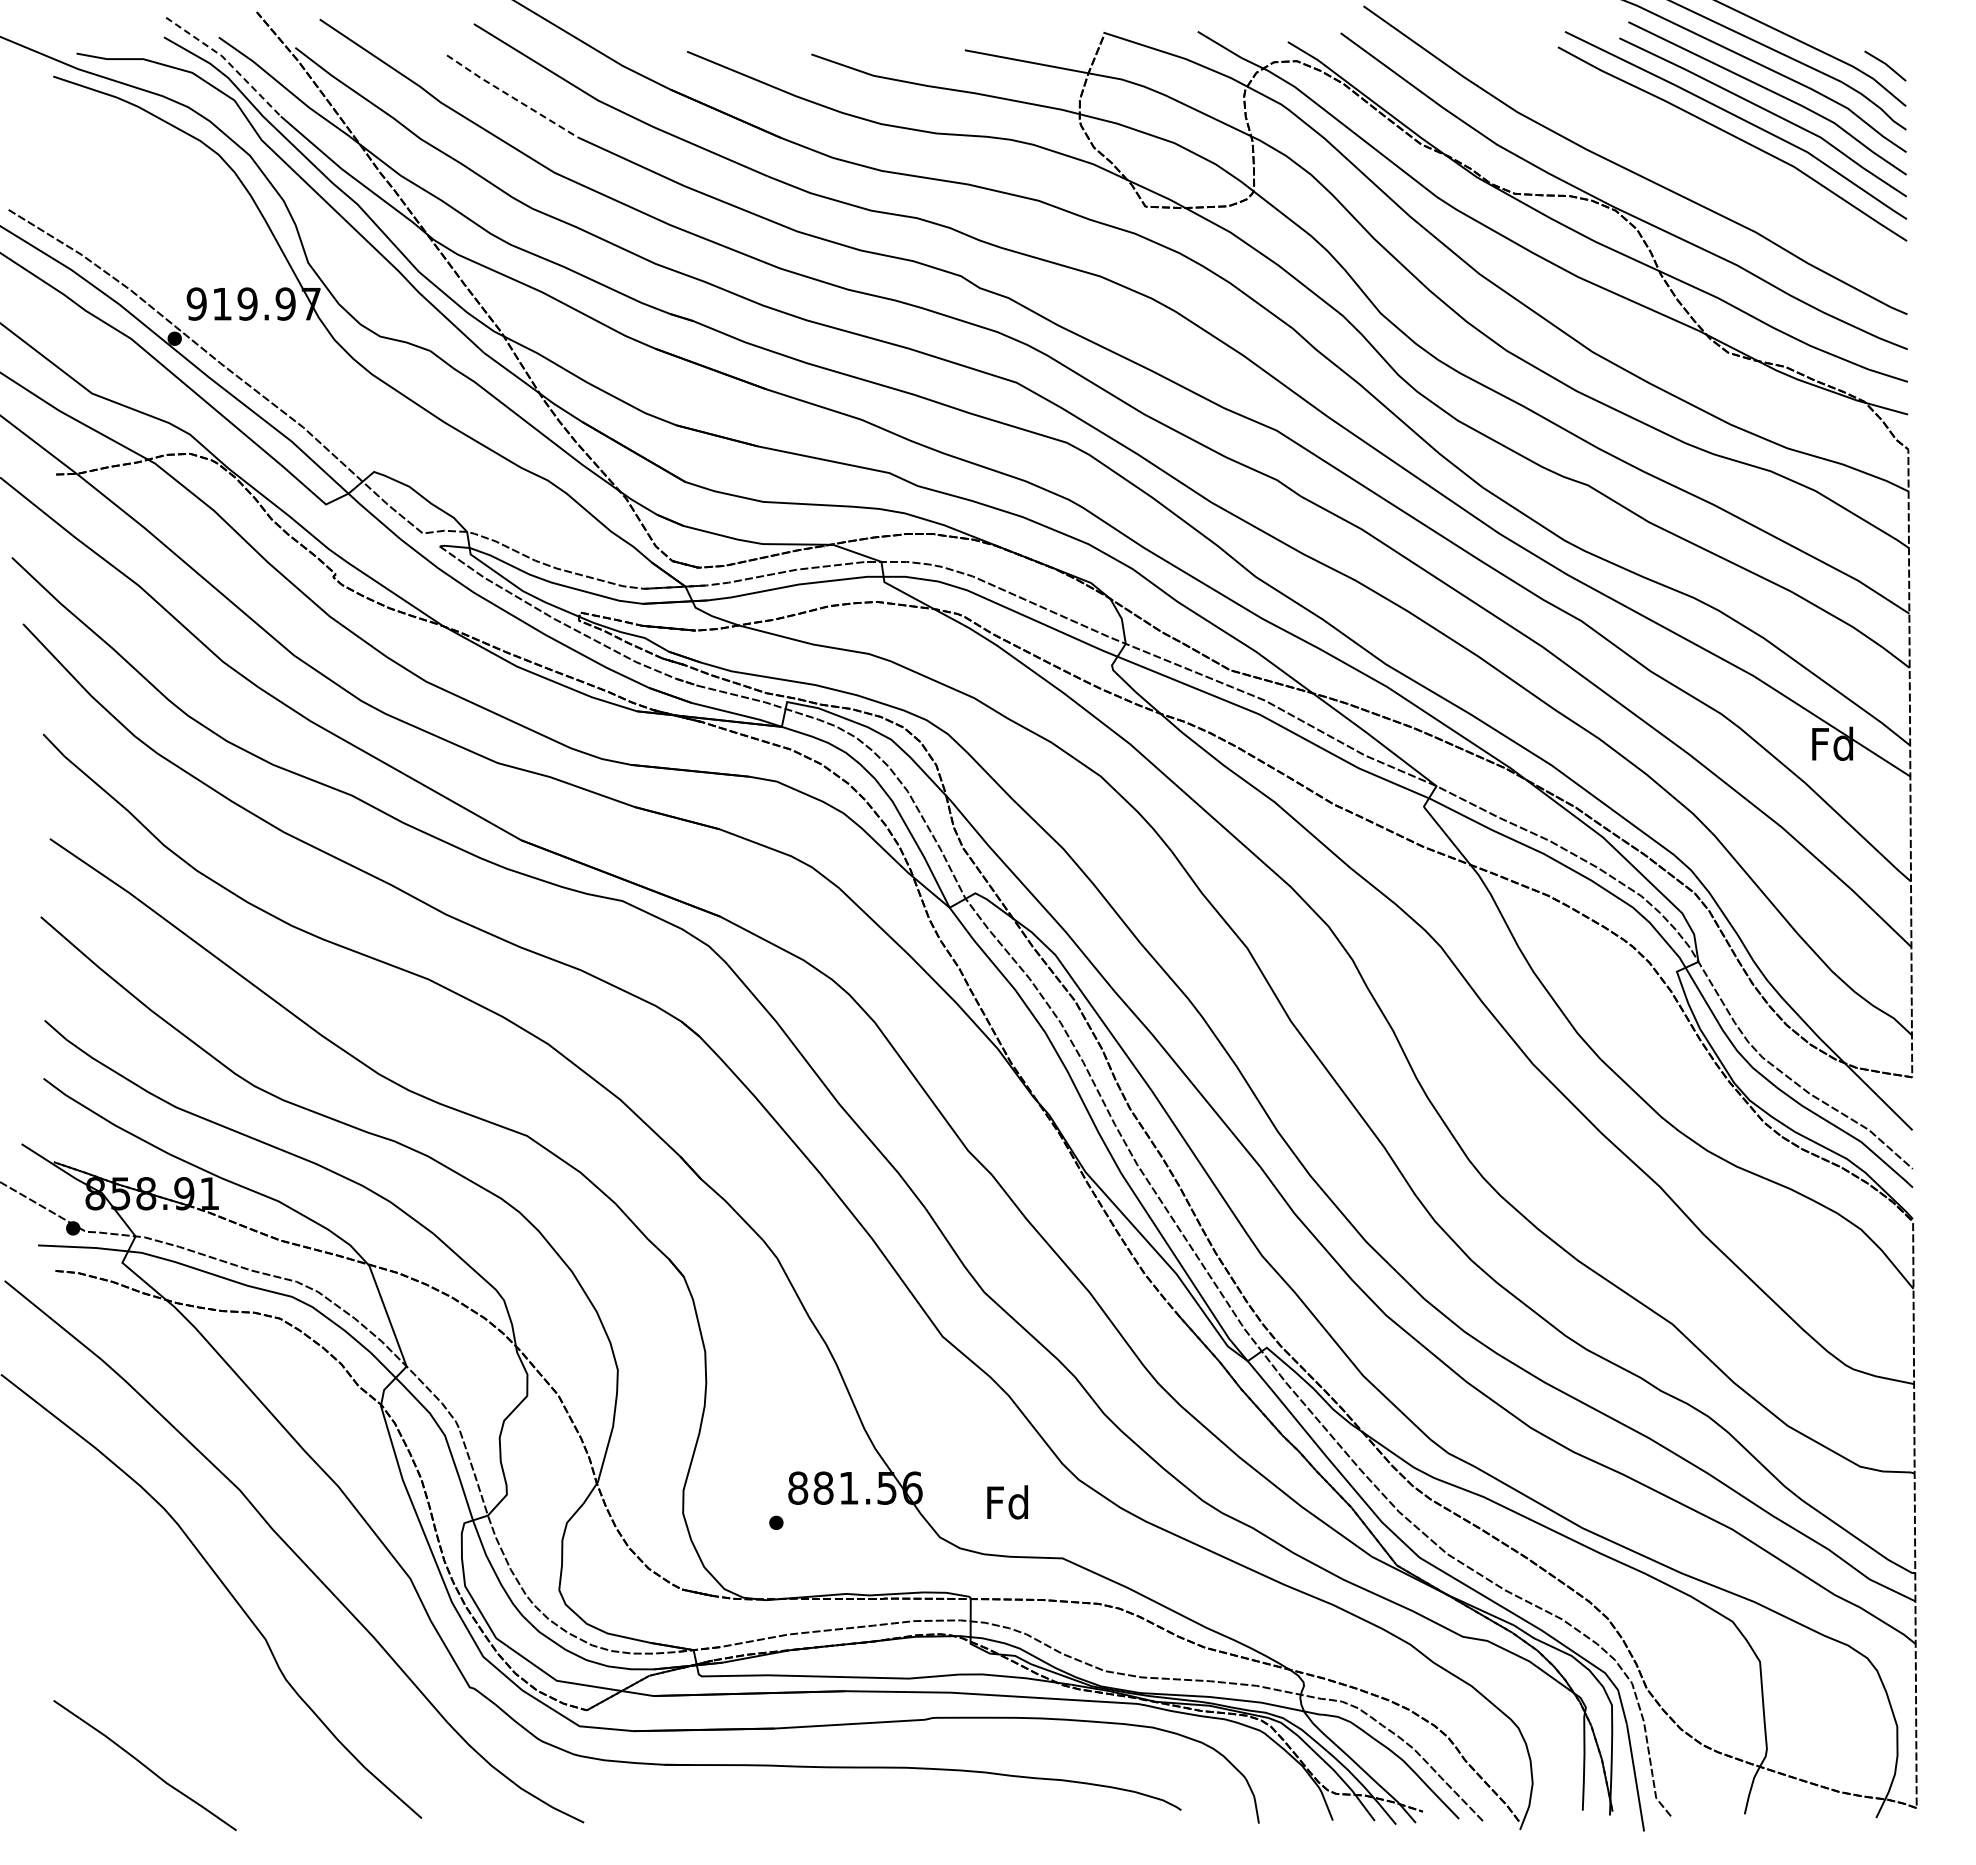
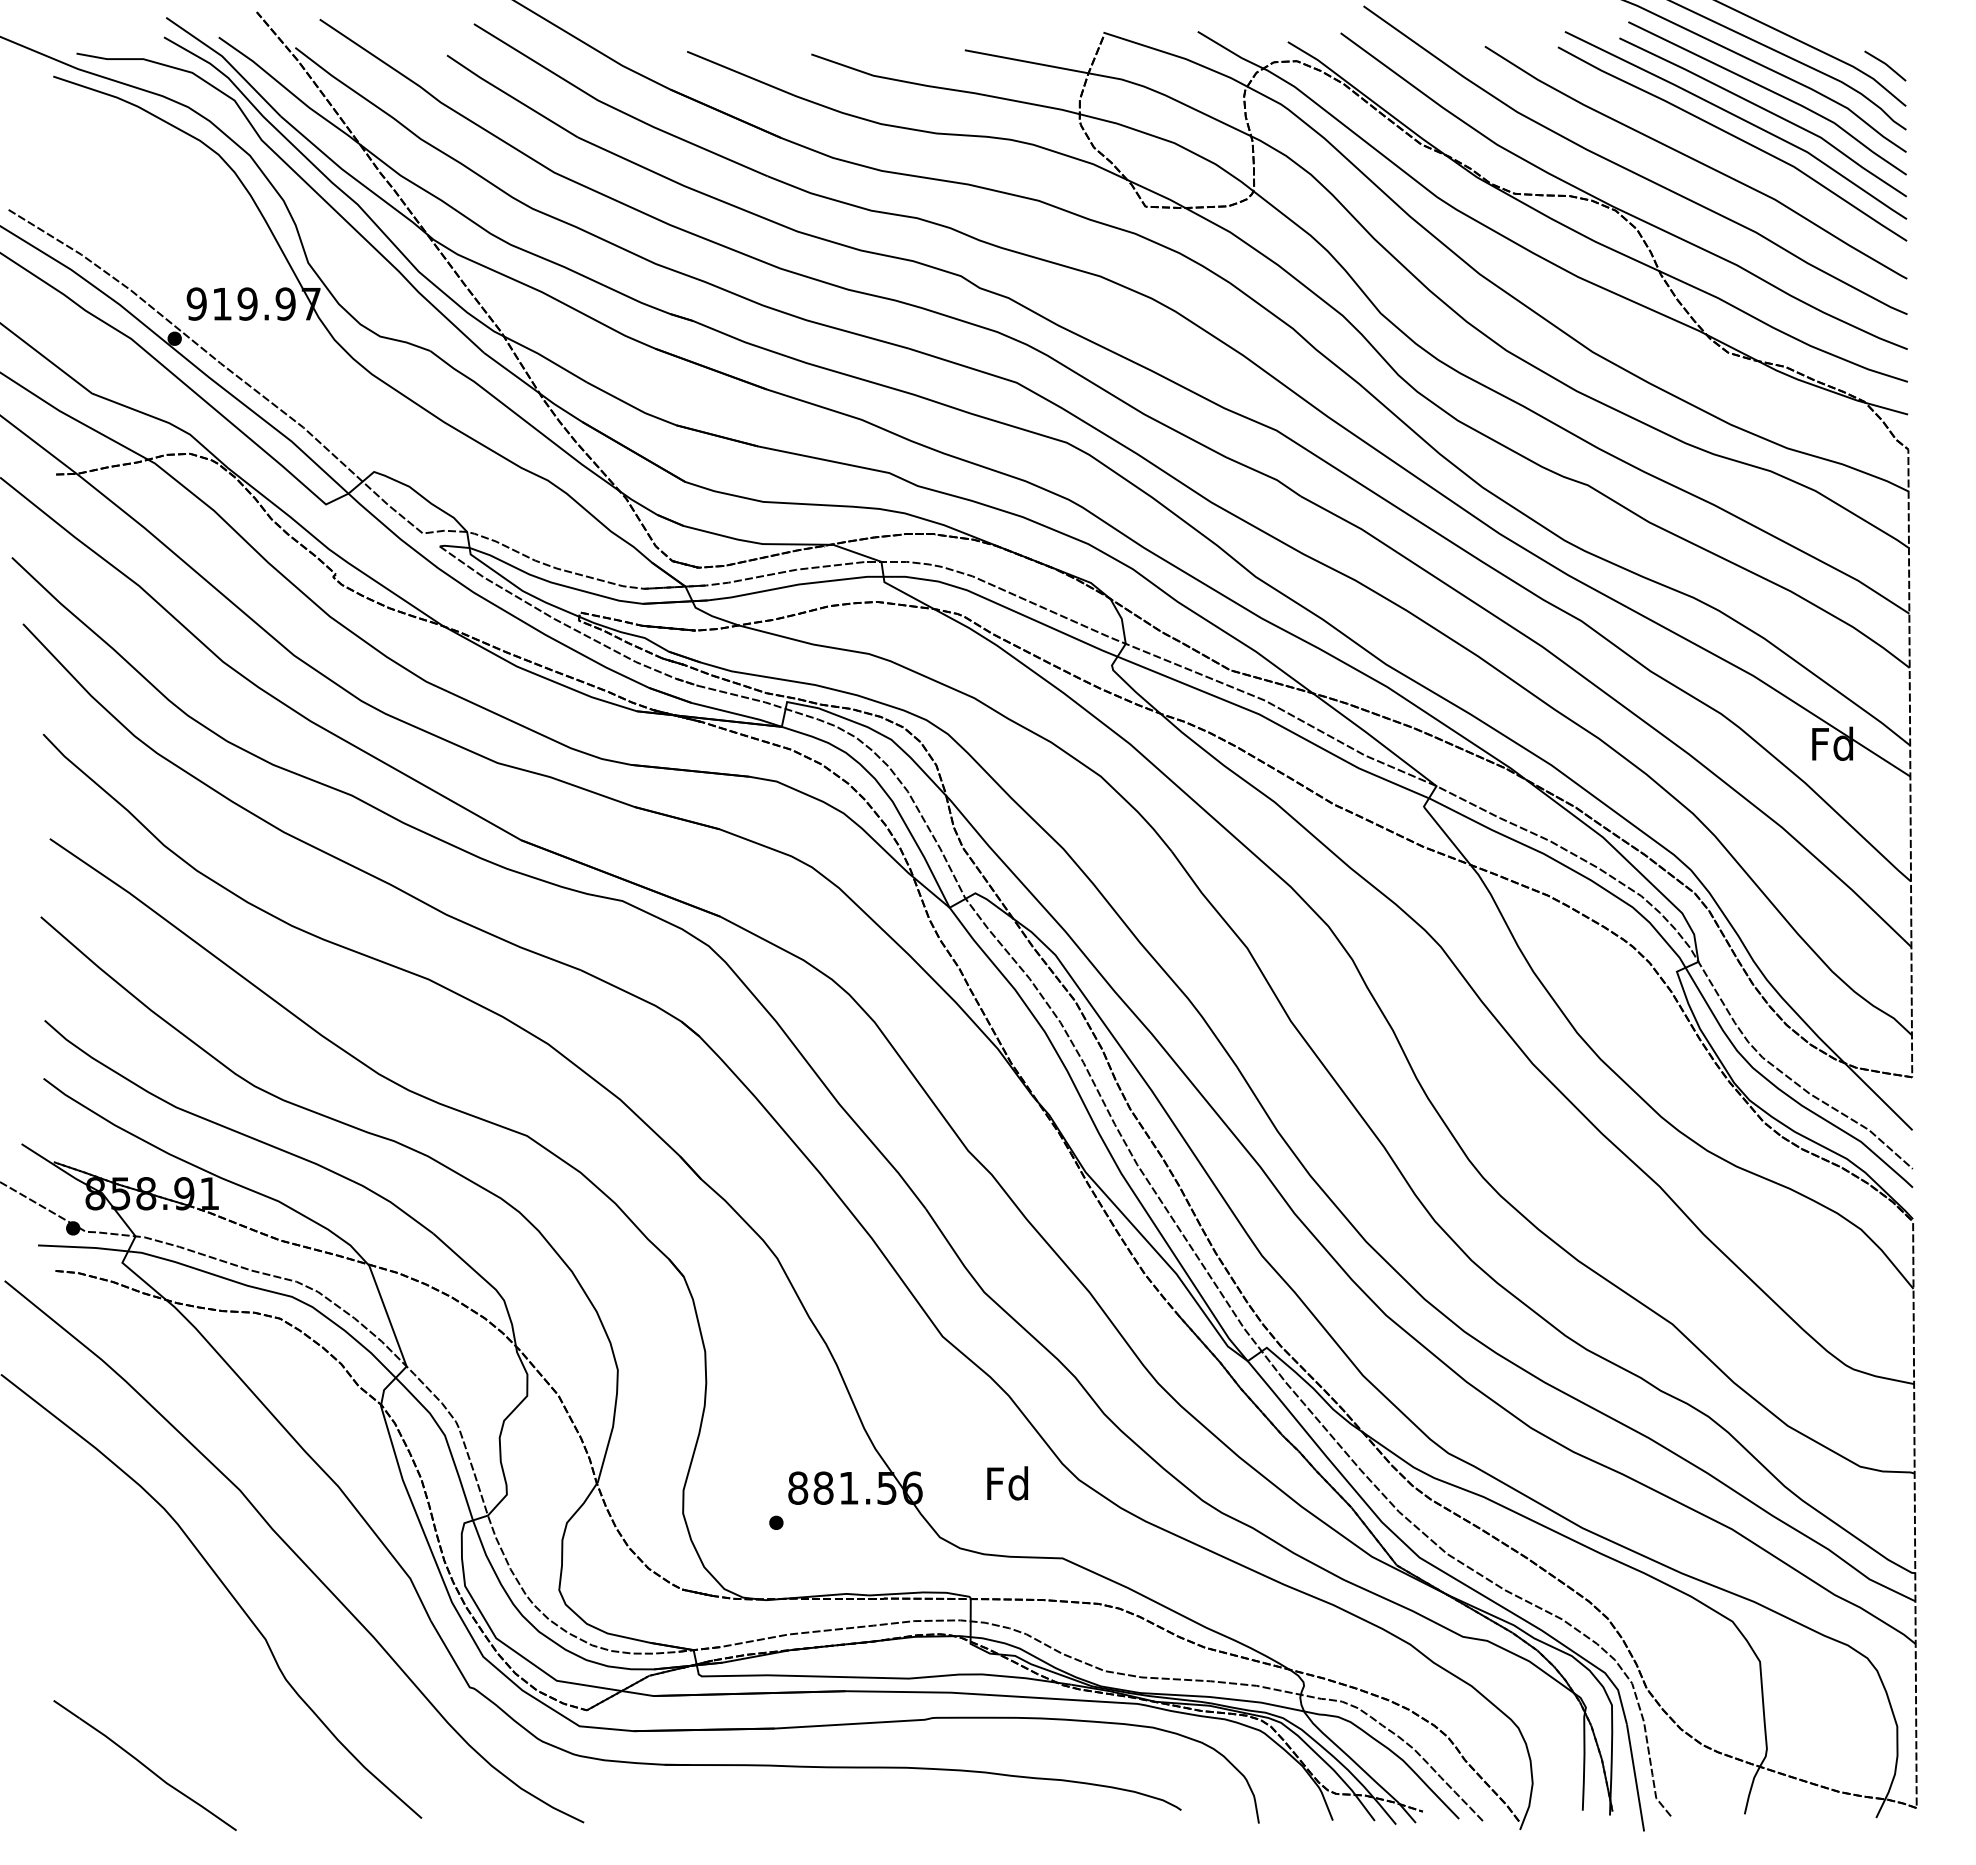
line at (227, 61): dashed -> solid
line at (511, 97): dashed -> solid
curve at (1695, 161): none -> present
text at (1007, 1502) position: (1007, 1502) -> (1007, 1483)
